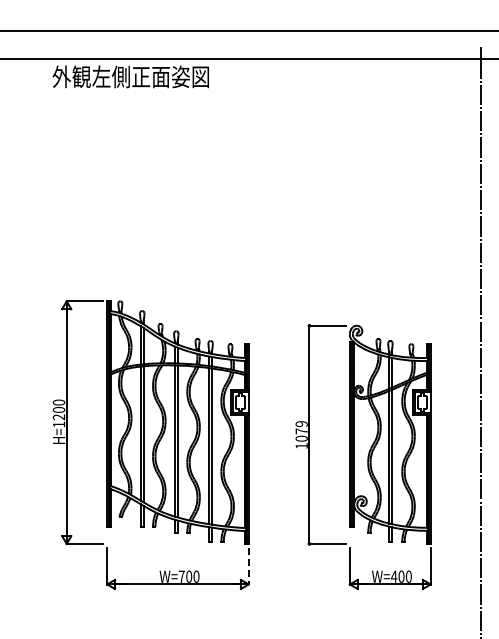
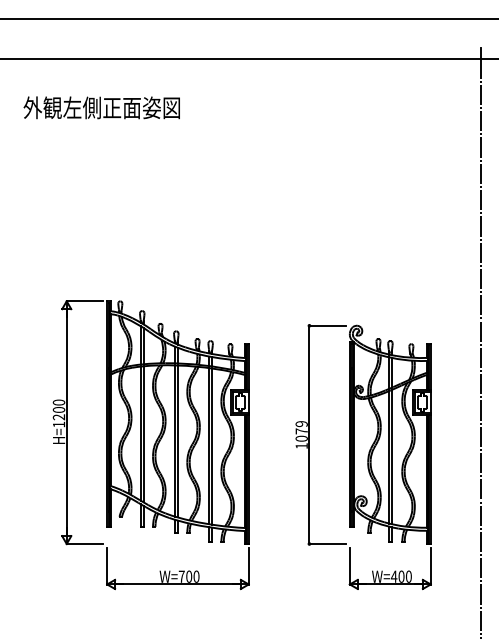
line at (248, 31) position: (248, 31) -> (248, 19)
text at (130, 76) position: (130, 76) -> (101, 107)
line at (248, 566): dashed -> solid
